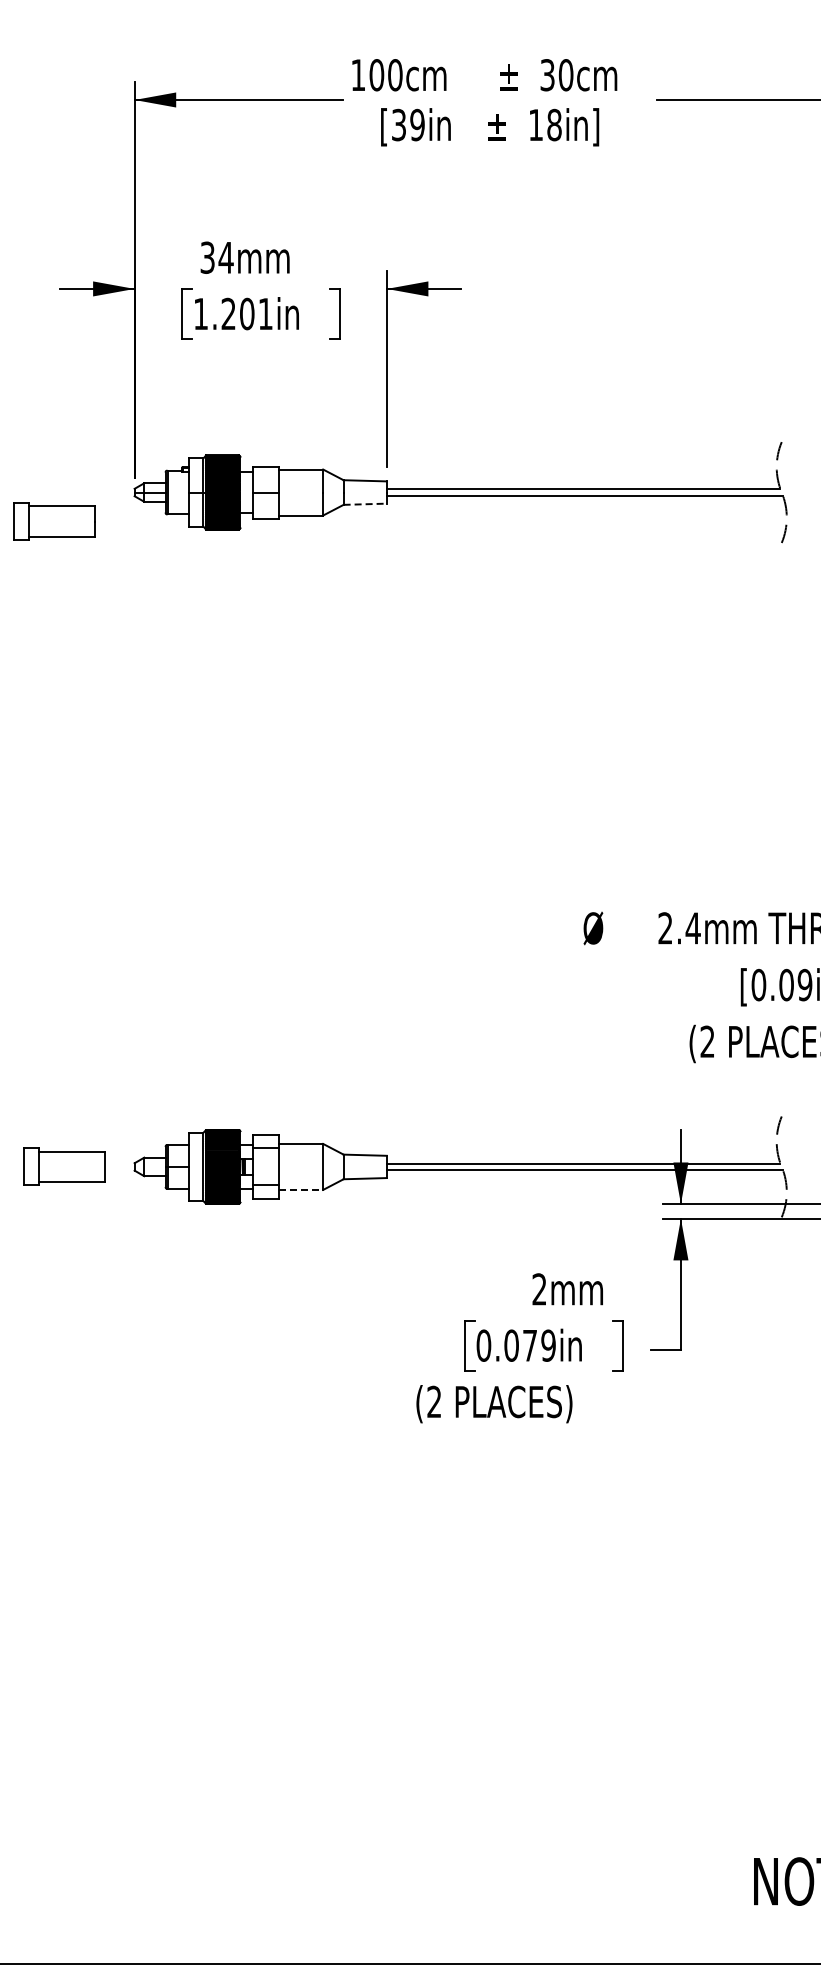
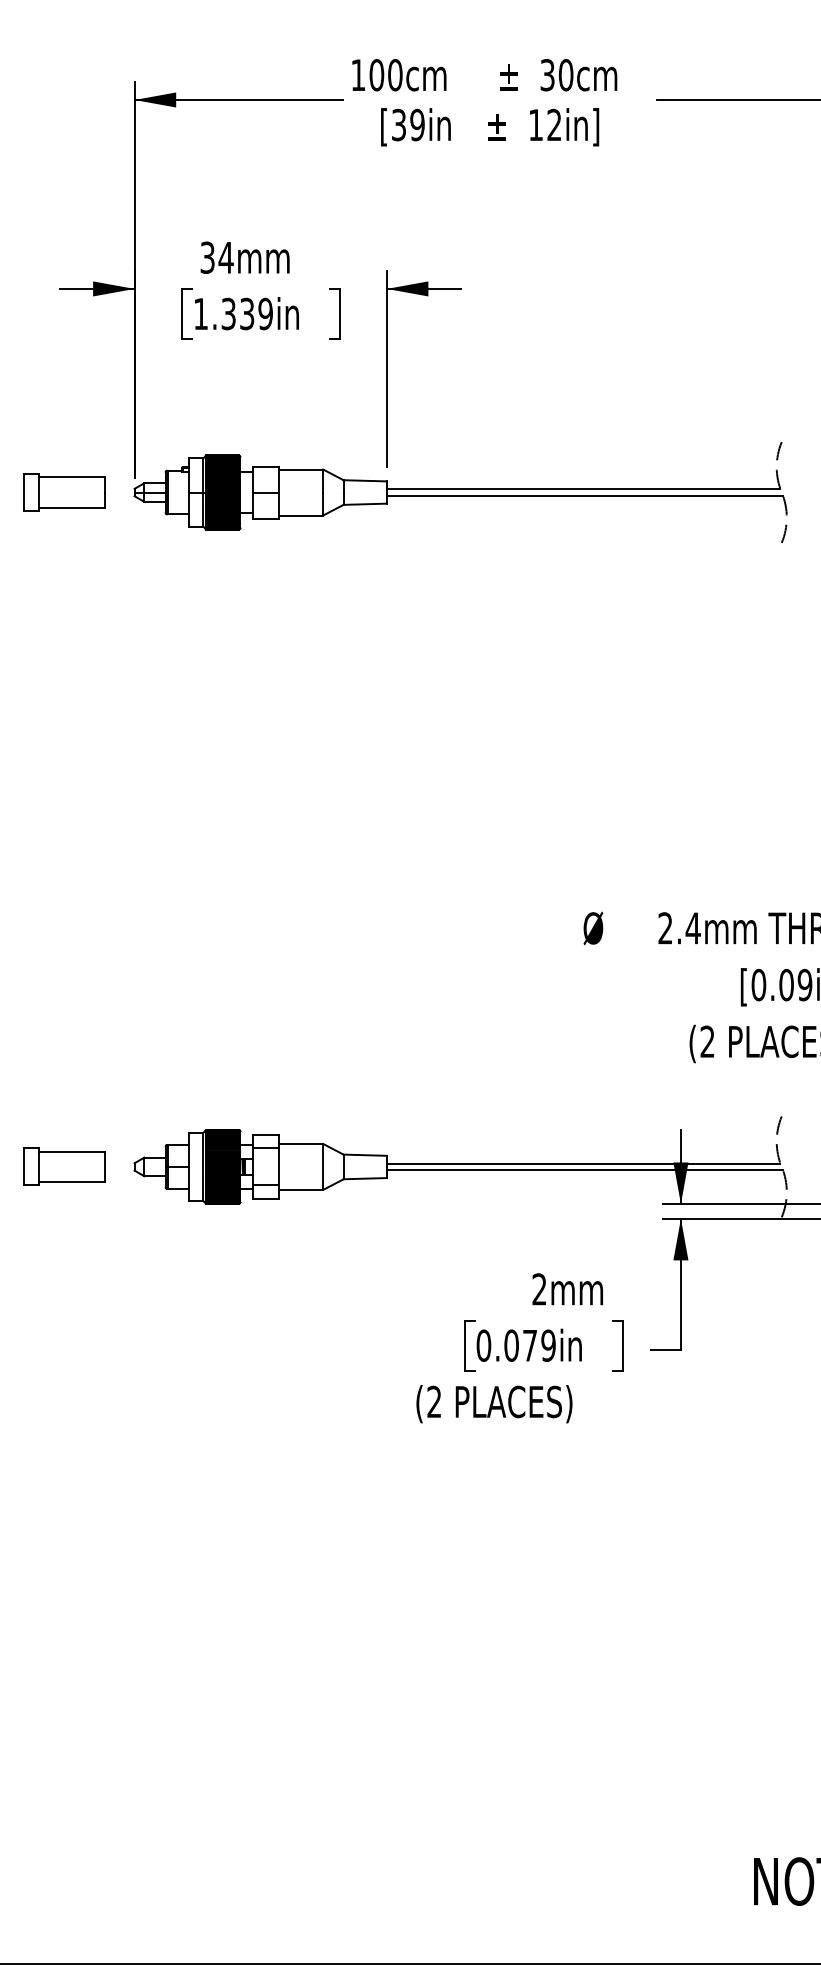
text at (554, 125): 18in] -> 12in]
text at (246, 313): 1.201in -> 1.339in
line at (365, 504): dashed -> solid
part at (54, 521) position: (54, 521) -> (64, 492)
line at (301, 1189): dashed -> solid
